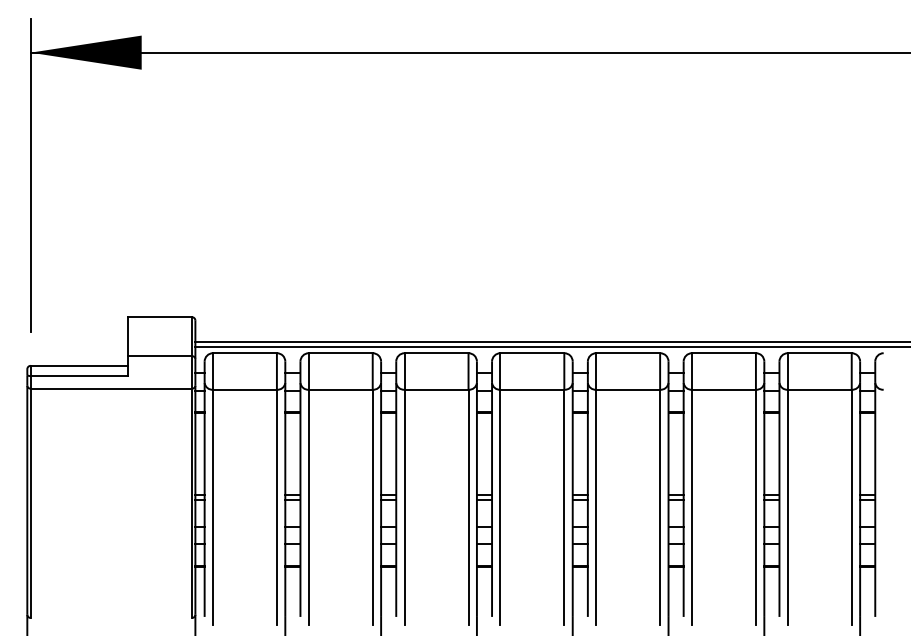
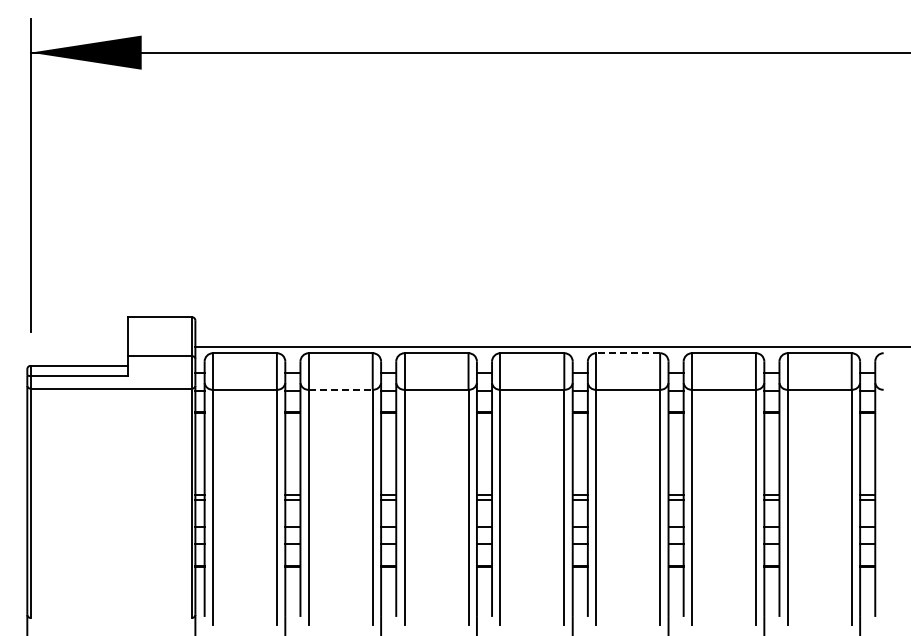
line at (551, 341): present -> none
line at (628, 353): solid -> dashed
line at (340, 389): solid -> dashed
